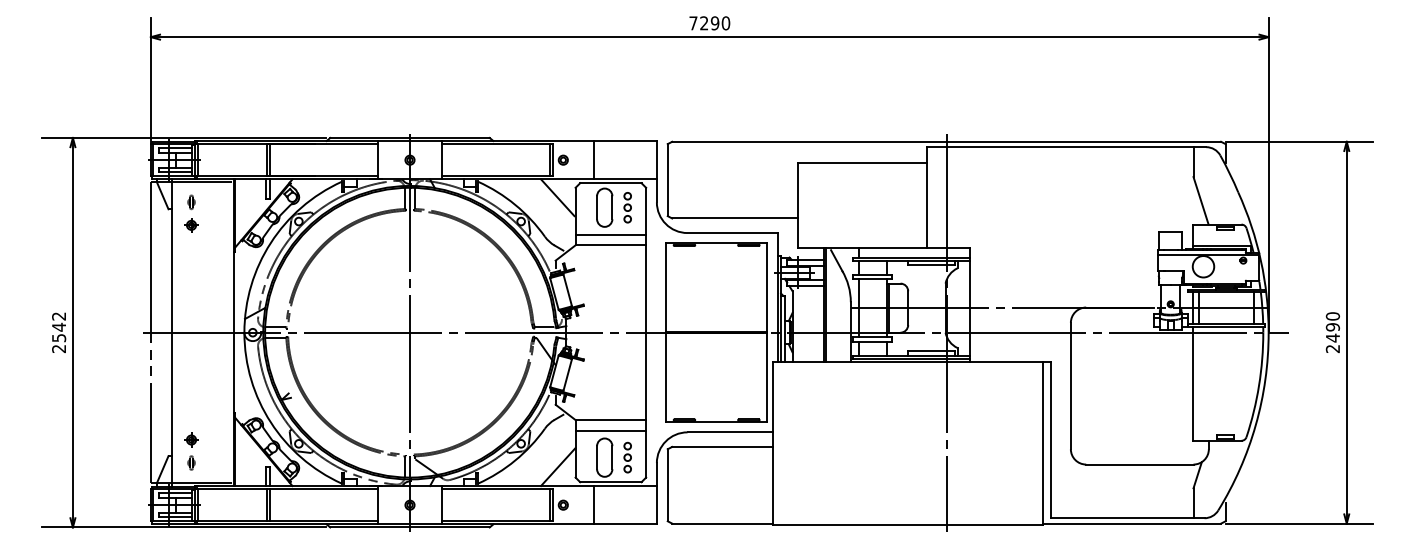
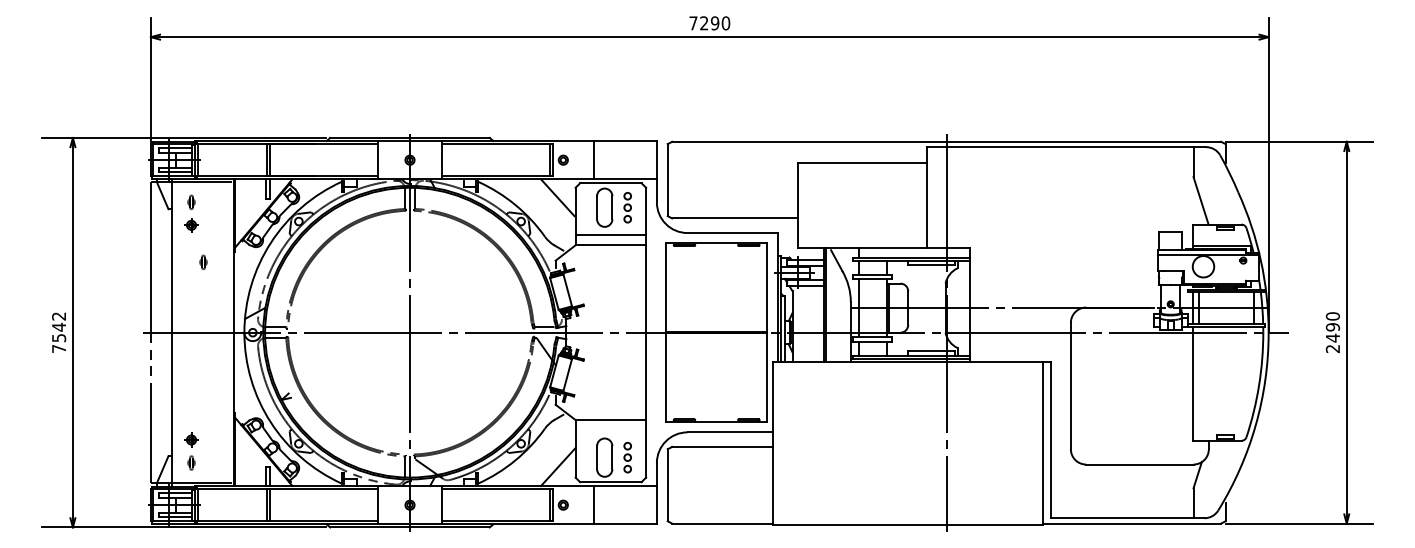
part at (203, 262): none -> present
text at (58, 349): 2542 -> 7542
line at (610, 430): present -> none
